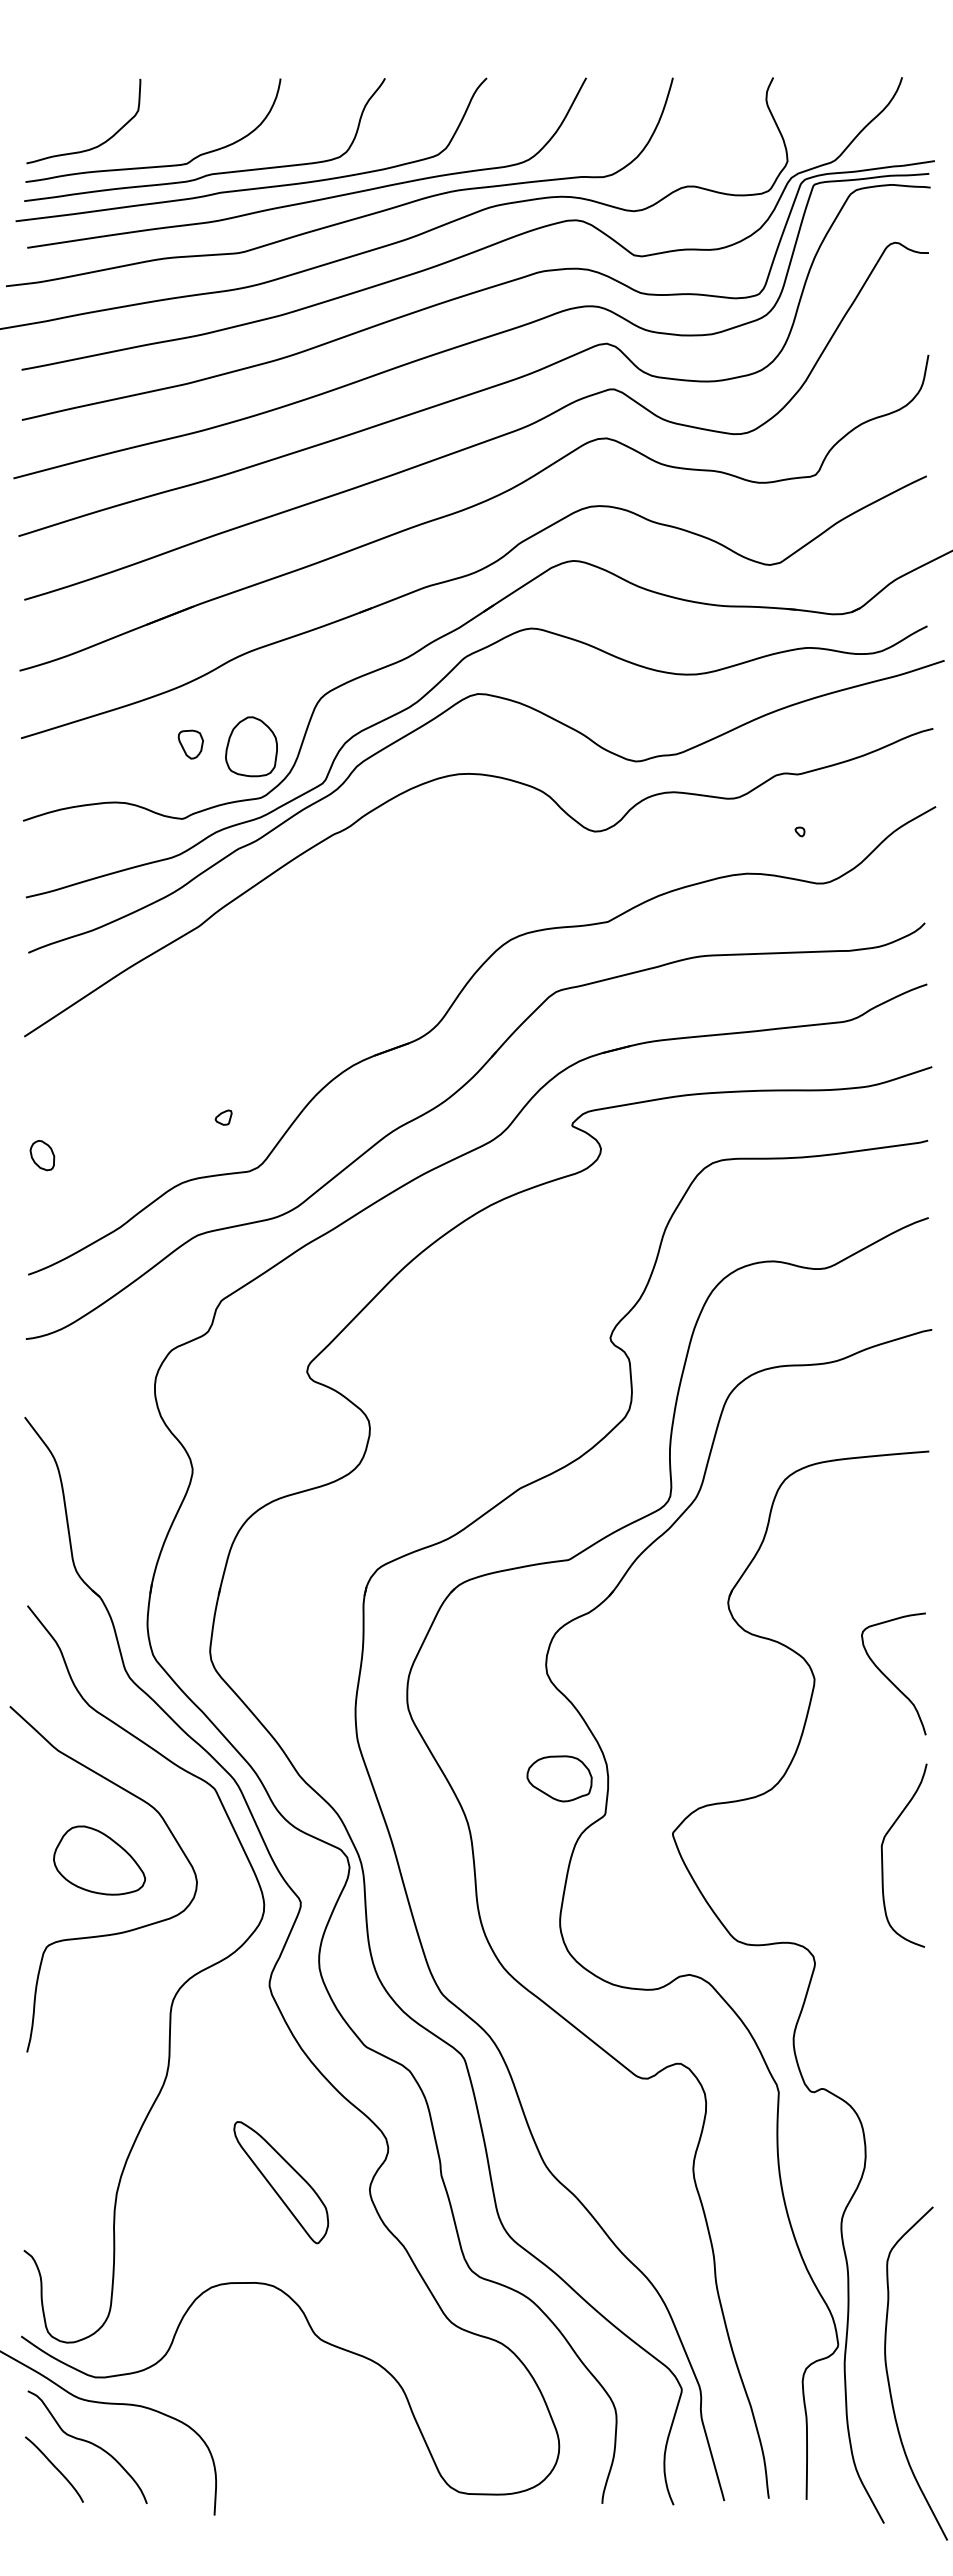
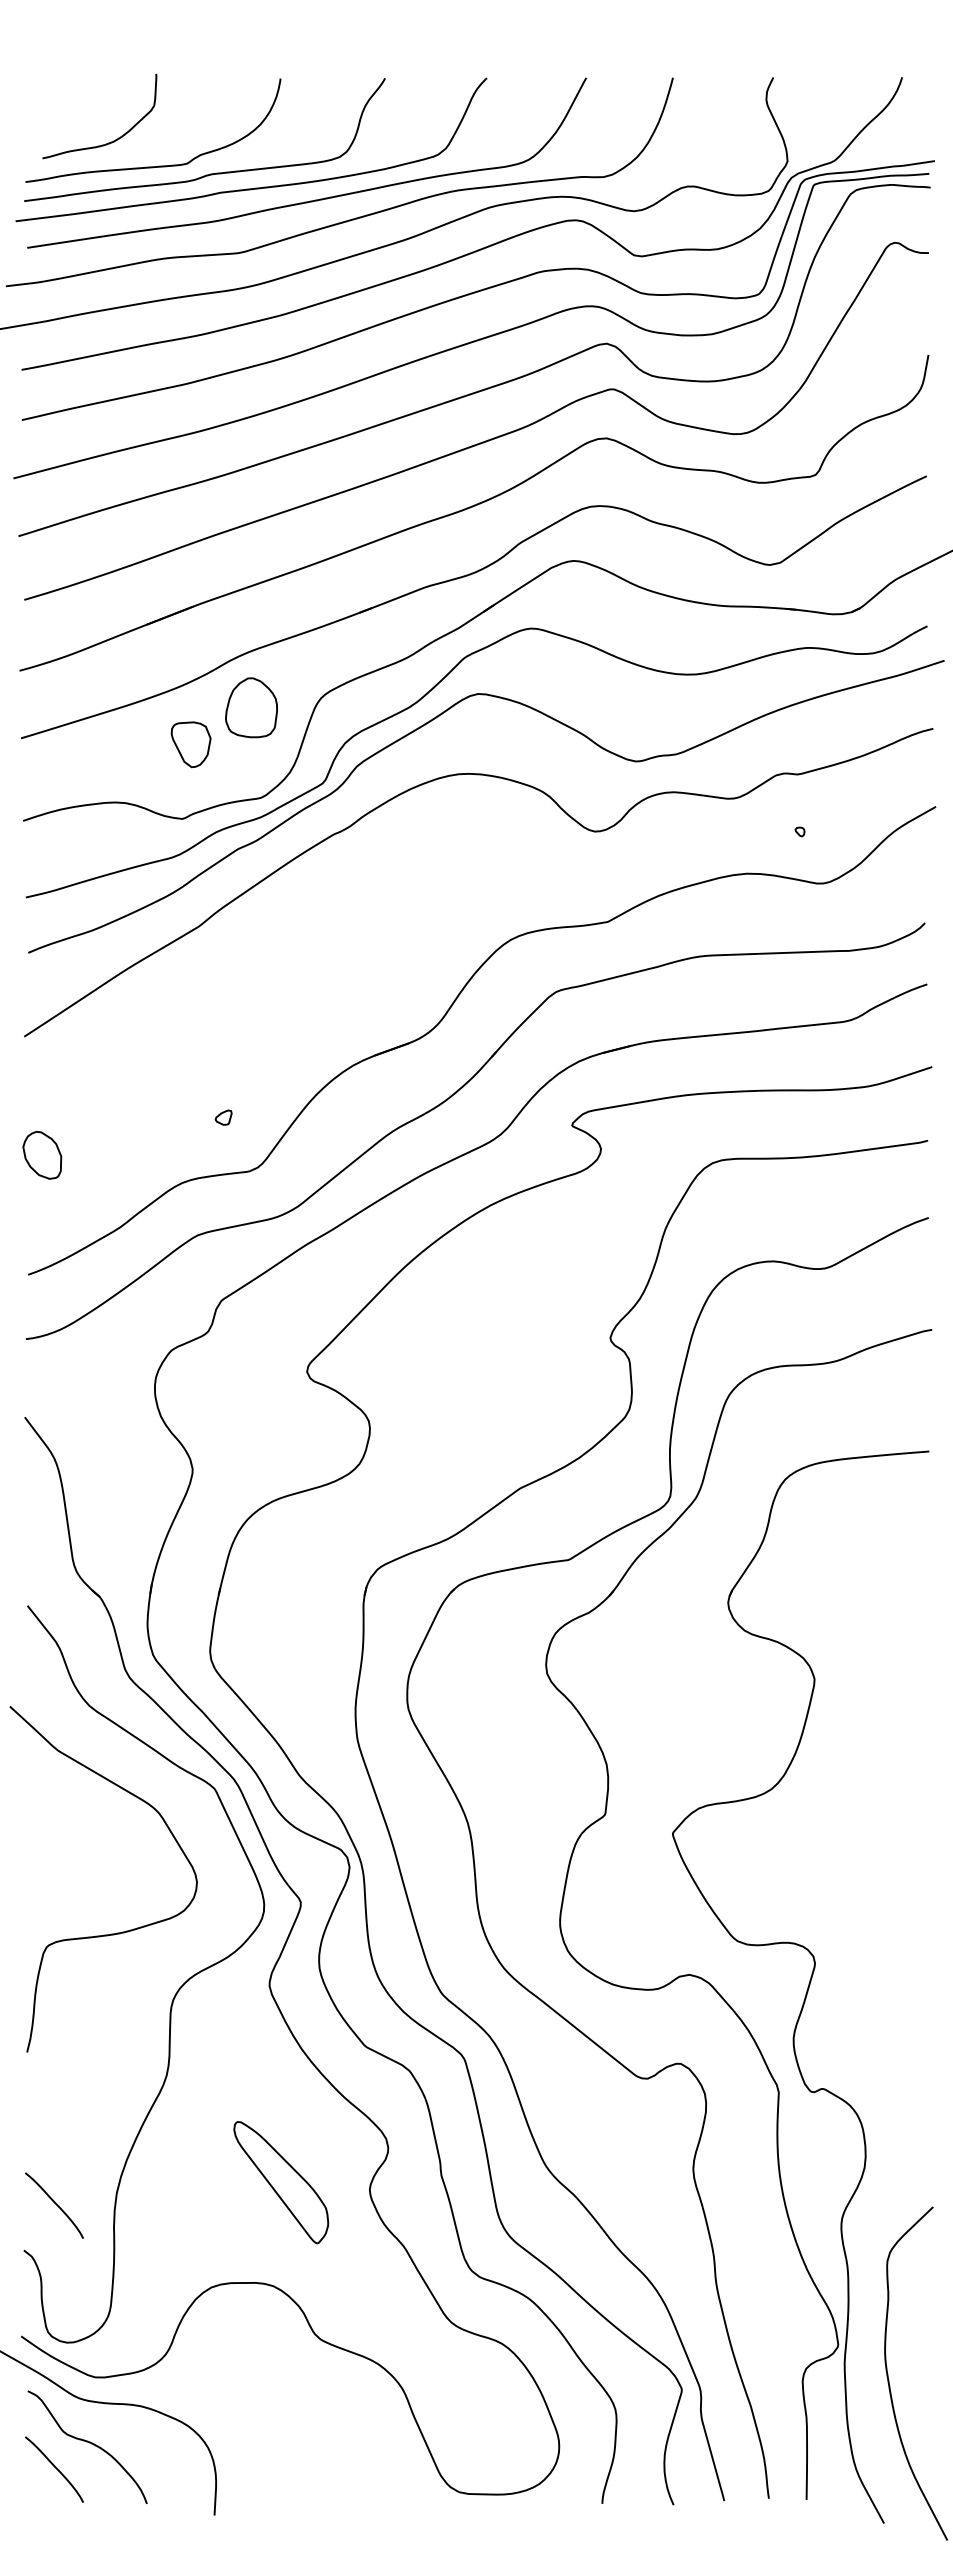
curve at (92, 147) position: (92, 147) -> (108, 142)
part at (190, 744) size: 27x31 px -> 42x48 px
part at (251, 746) position: (251, 746) -> (251, 707)
part at (42, 1155) size: 27x32 px -> 41x49 px
curve at (888, 1677): present -> none
part at (559, 1778): present -> none
part at (99, 1860): present -> none
curve at (883, 1861): present -> none
curve at (55, 2204): none -> present
